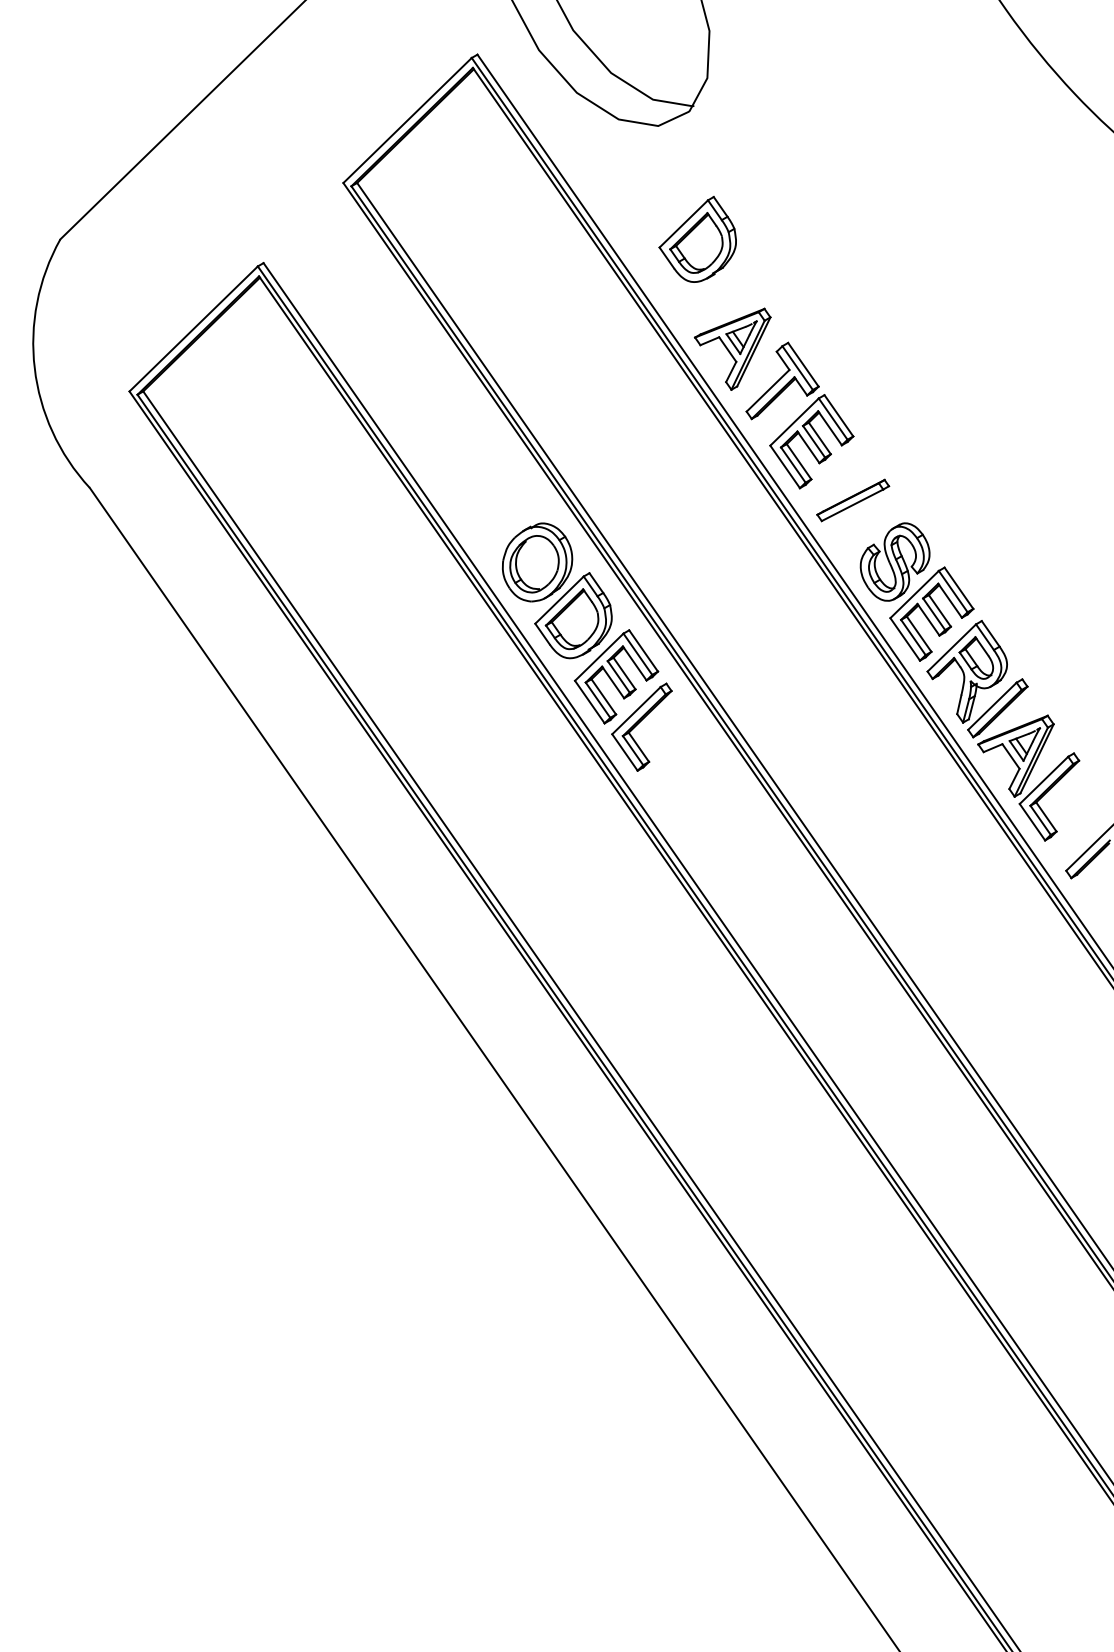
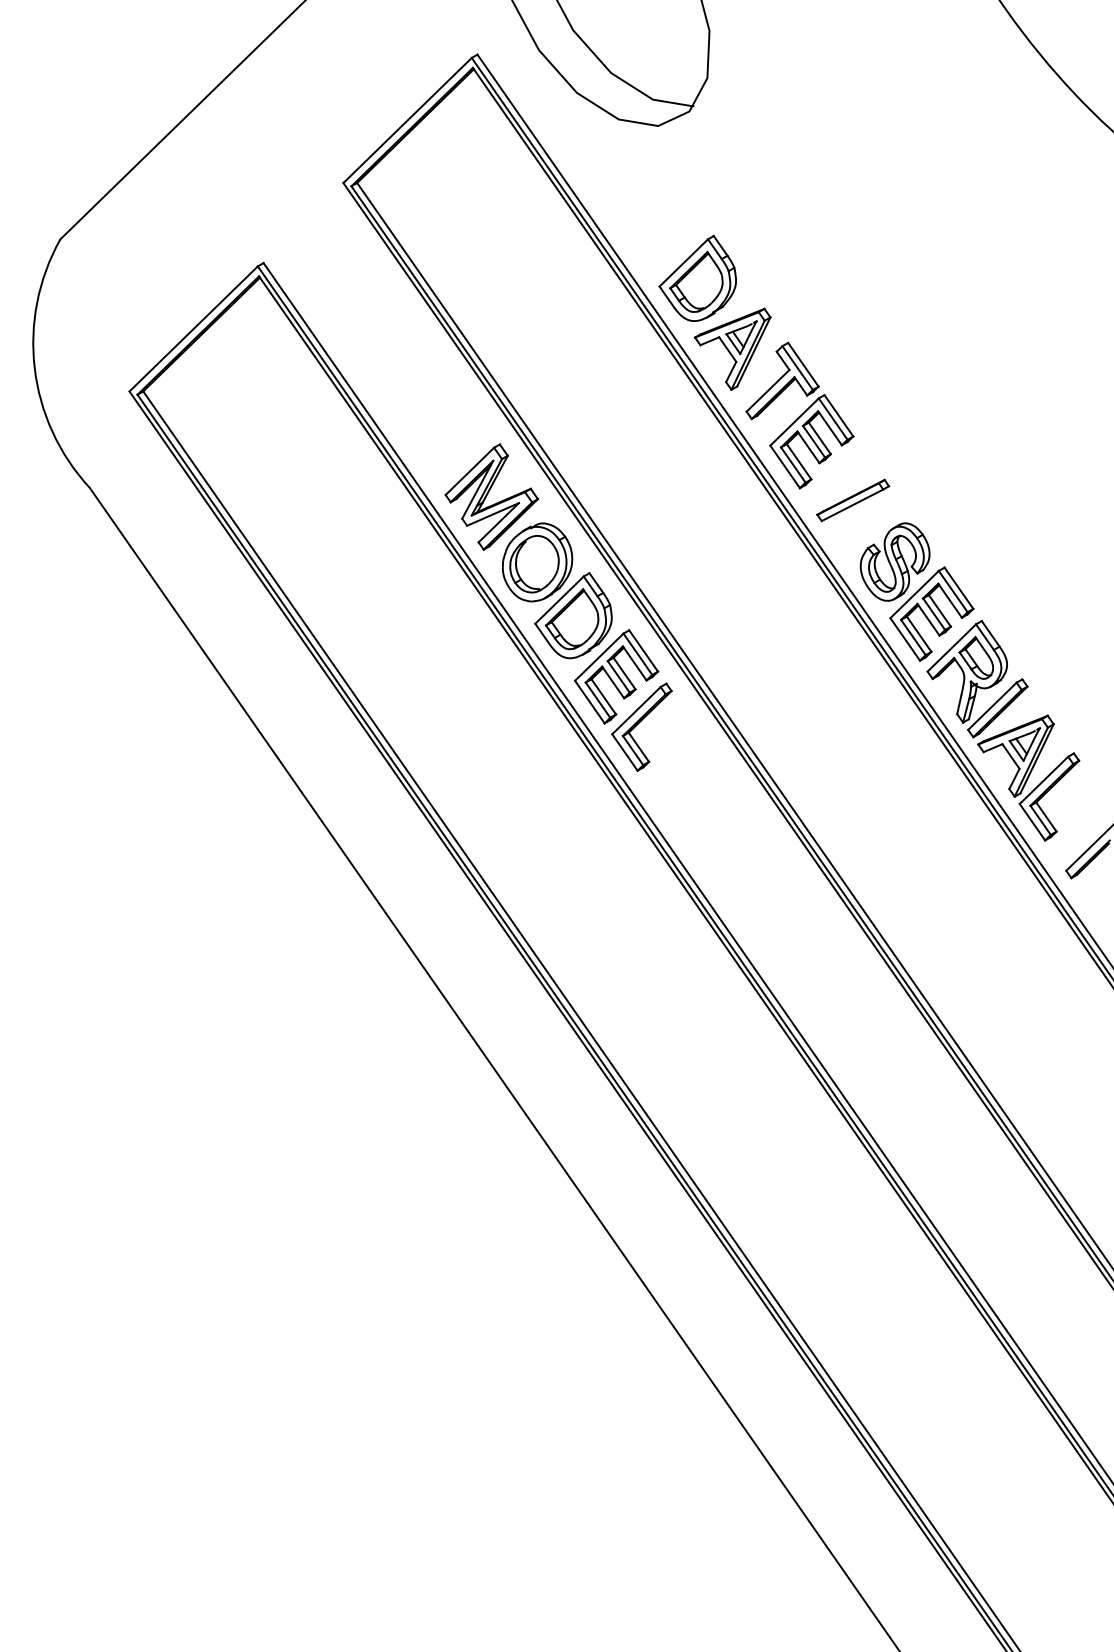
part at (697, 239) position: (697, 239) -> (697, 278)
part at (491, 496): none -> present
